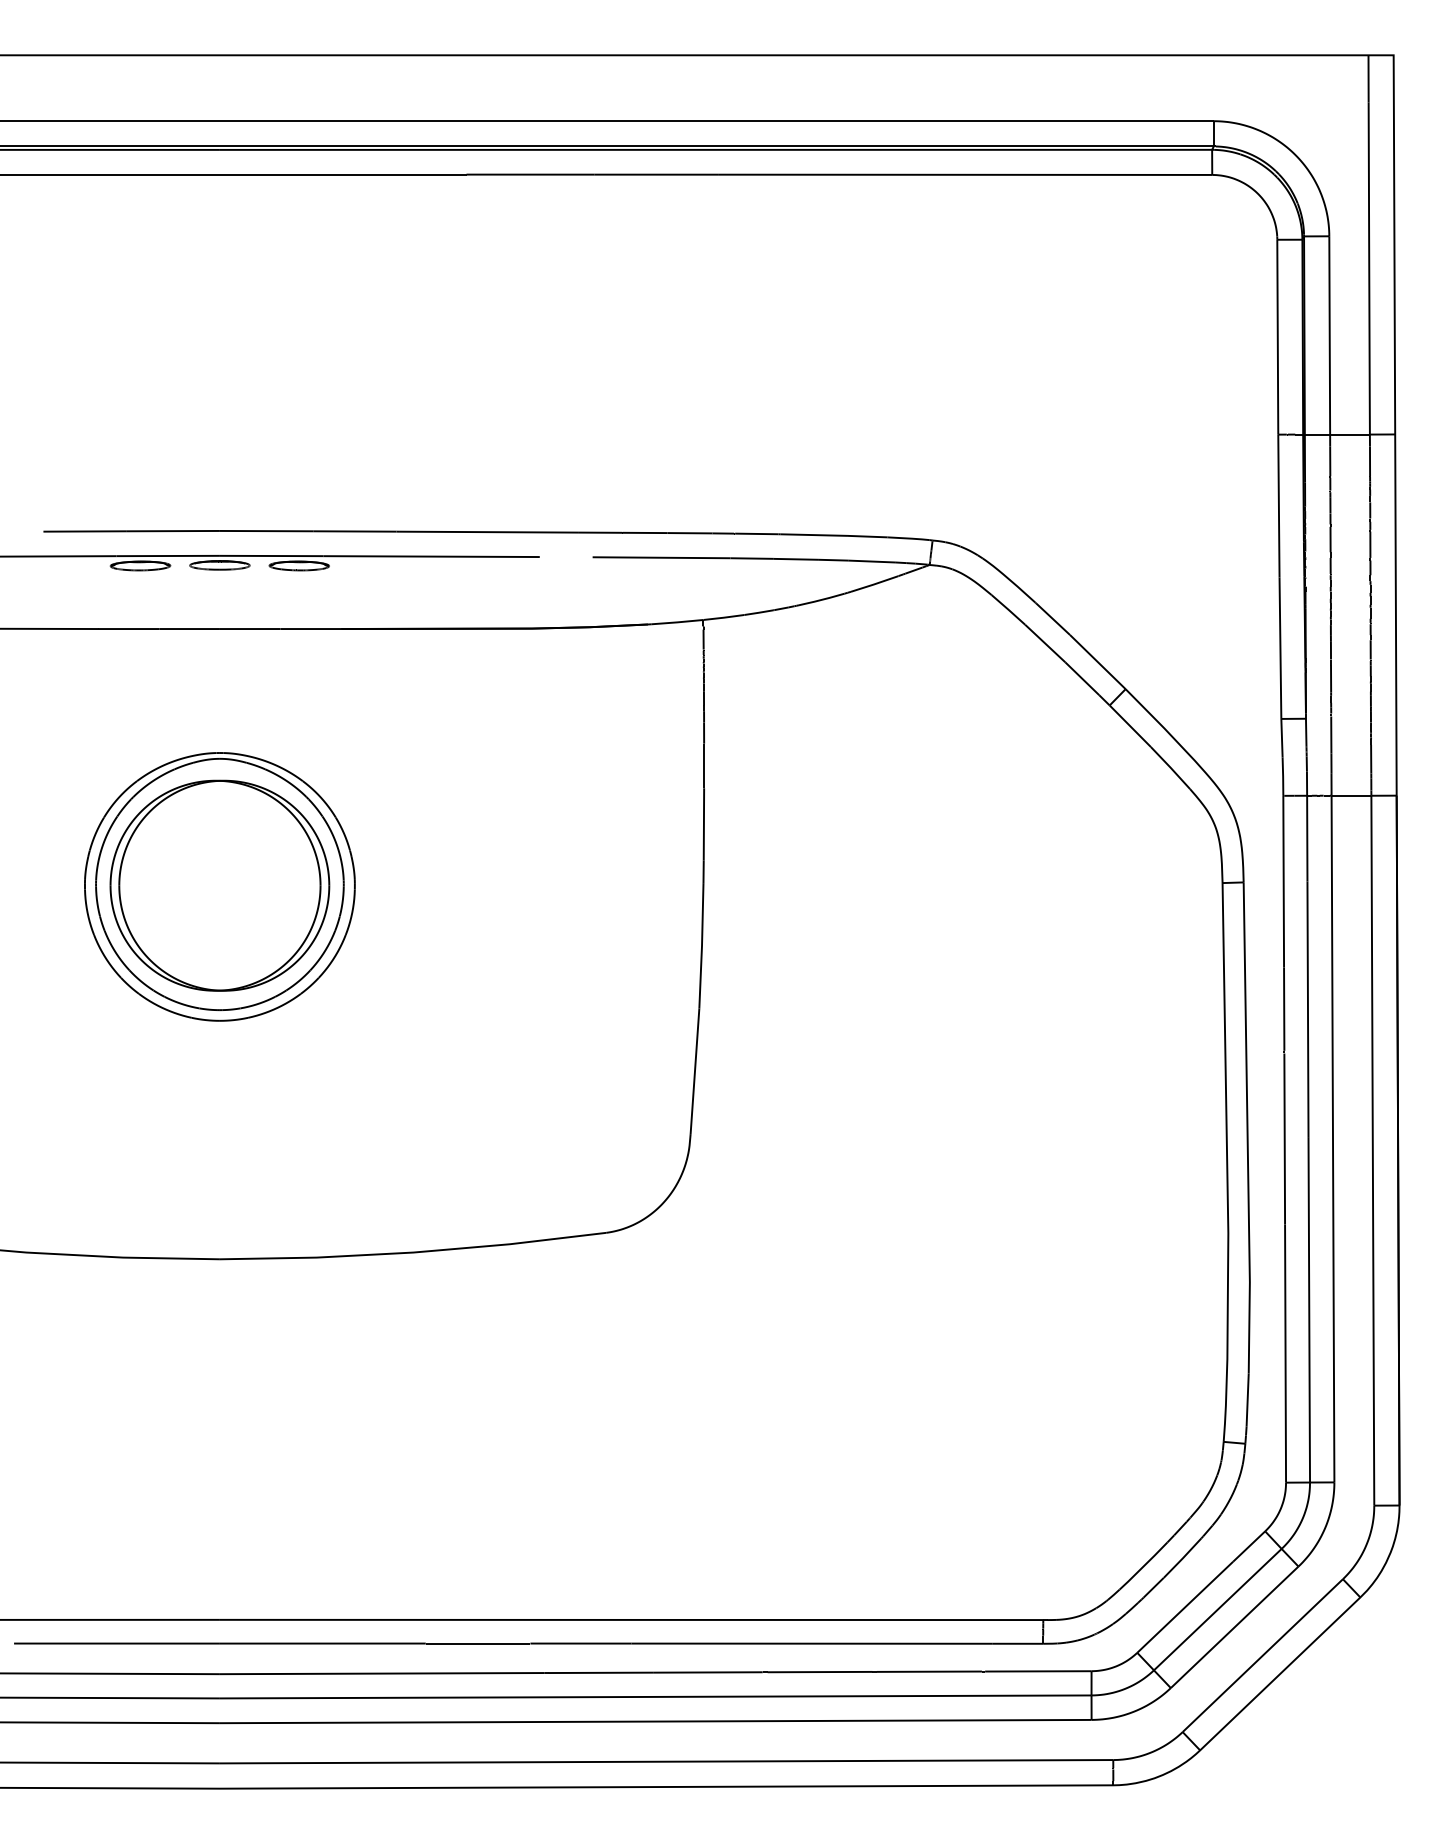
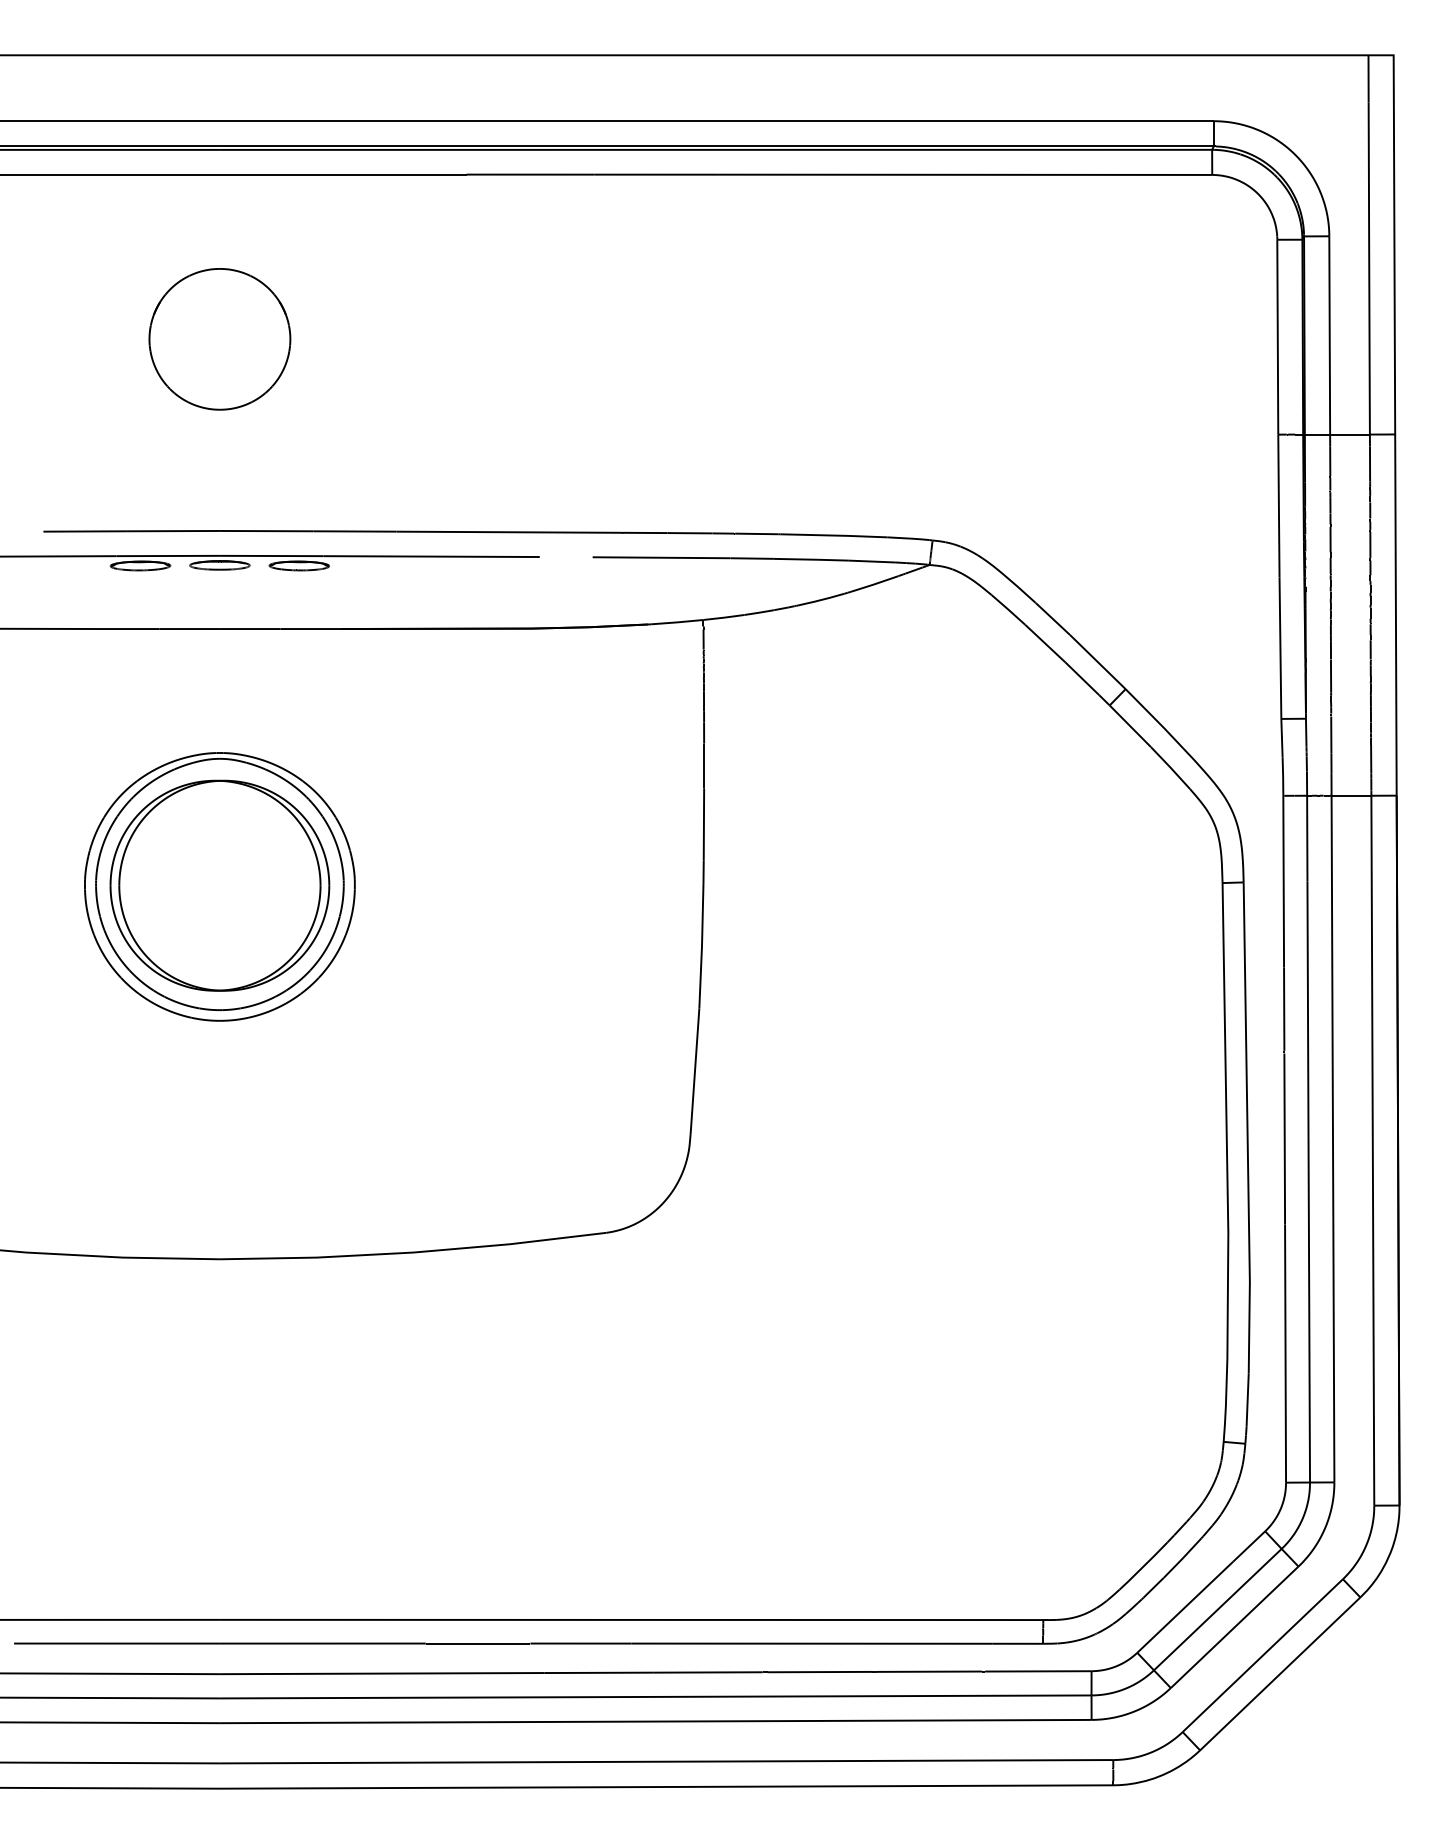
part at (219, 339): none -> present
